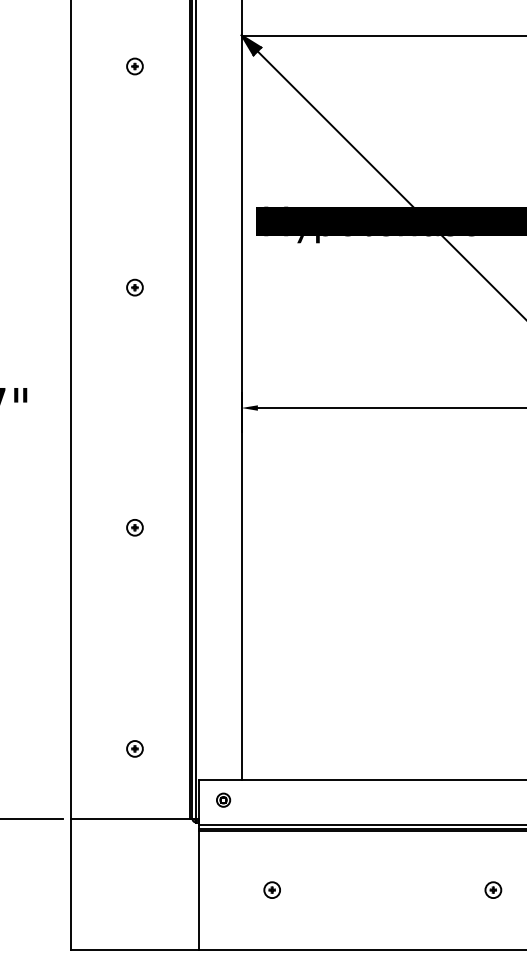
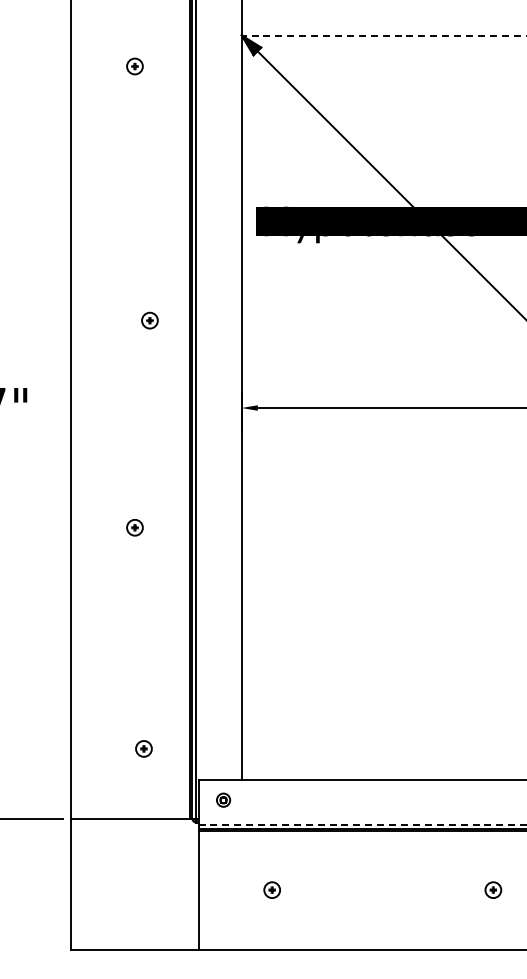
line at (383, 35): solid -> dashed
part at (134, 287) position: (134, 287) -> (149, 320)
part at (134, 748) position: (134, 748) -> (143, 748)
line at (362, 824): solid -> dashed
